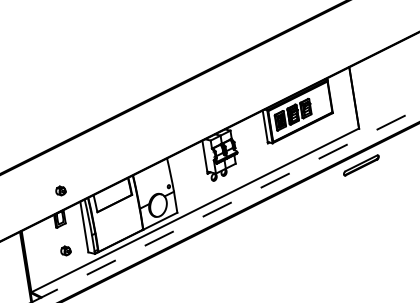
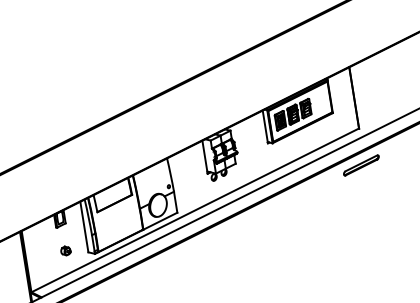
part at (60, 190): present -> none
line at (225, 205): dashed -> solid
